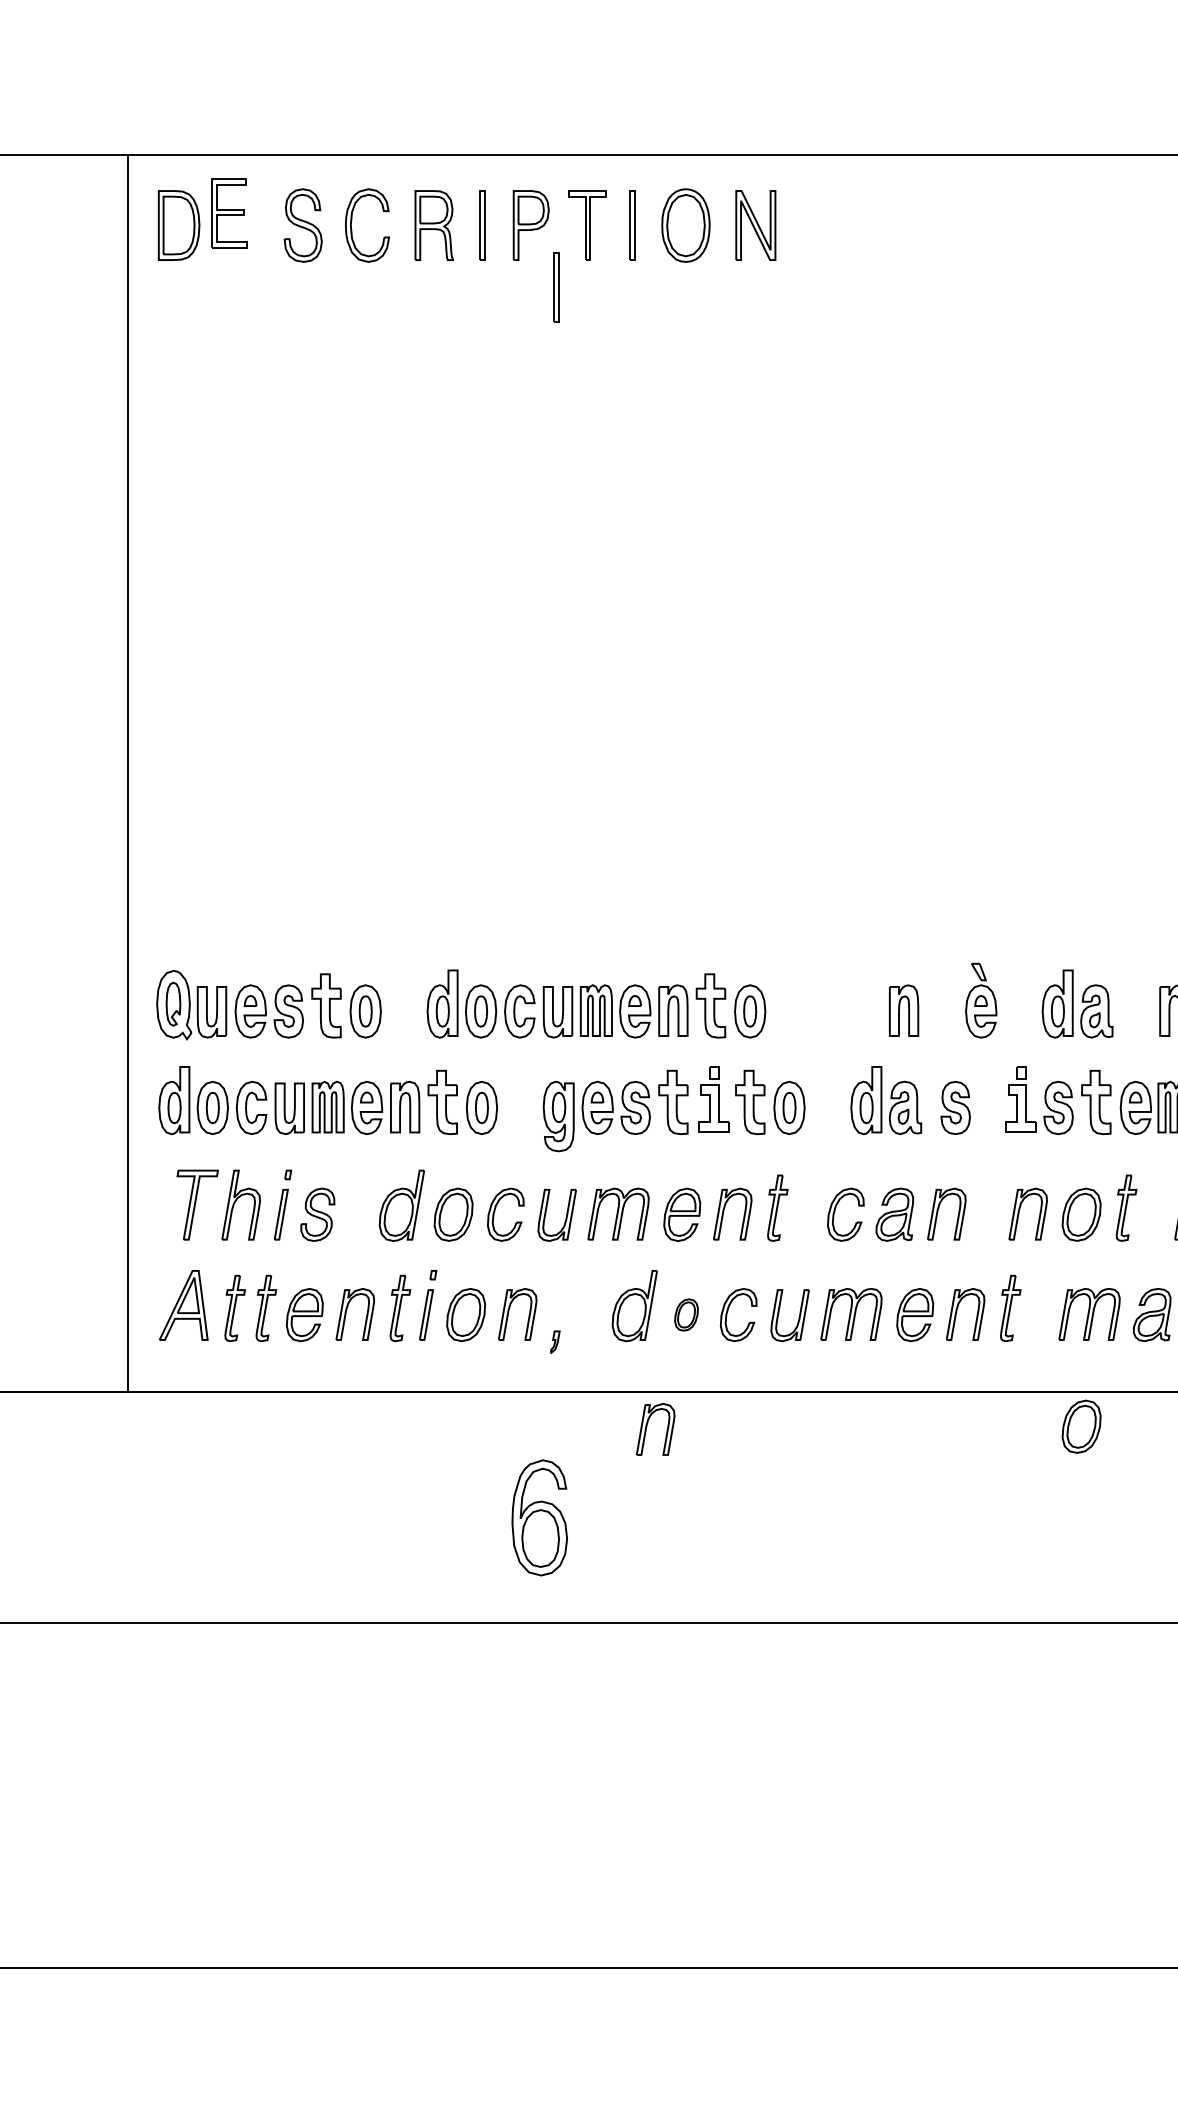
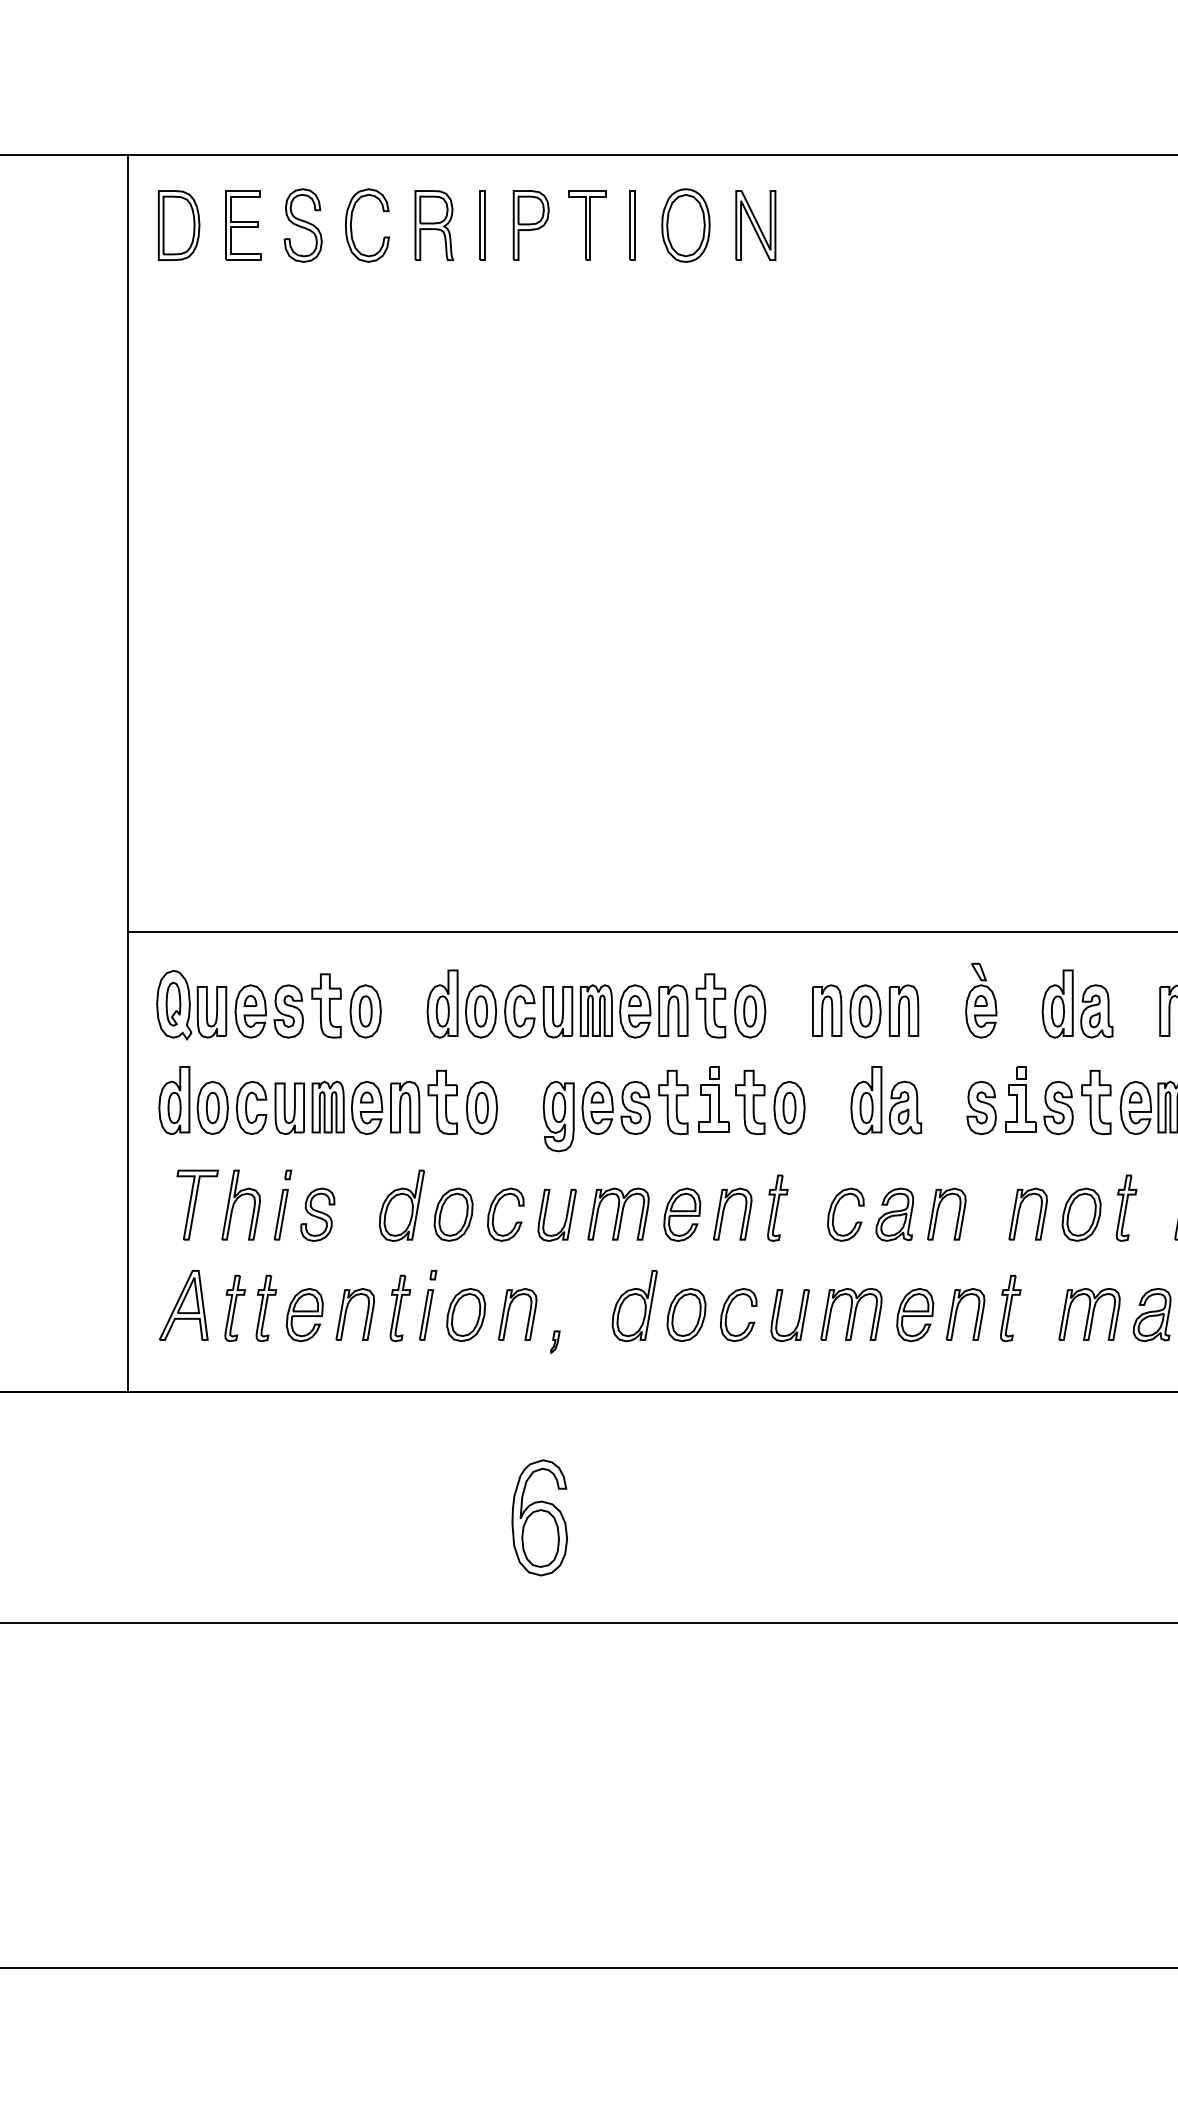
part at (229, 213) position: (229, 213) -> (243, 225)
part at (556, 287): present -> none
line at (650, 931): none -> present
part at (846, 1011): none -> present
part at (955, 1108) position: (955, 1108) -> (981, 1108)
part at (686, 1314) size: 25x34 px -> 41x54 px
part at (1081, 1426): present -> none
part at (647, 1427): present -> none
